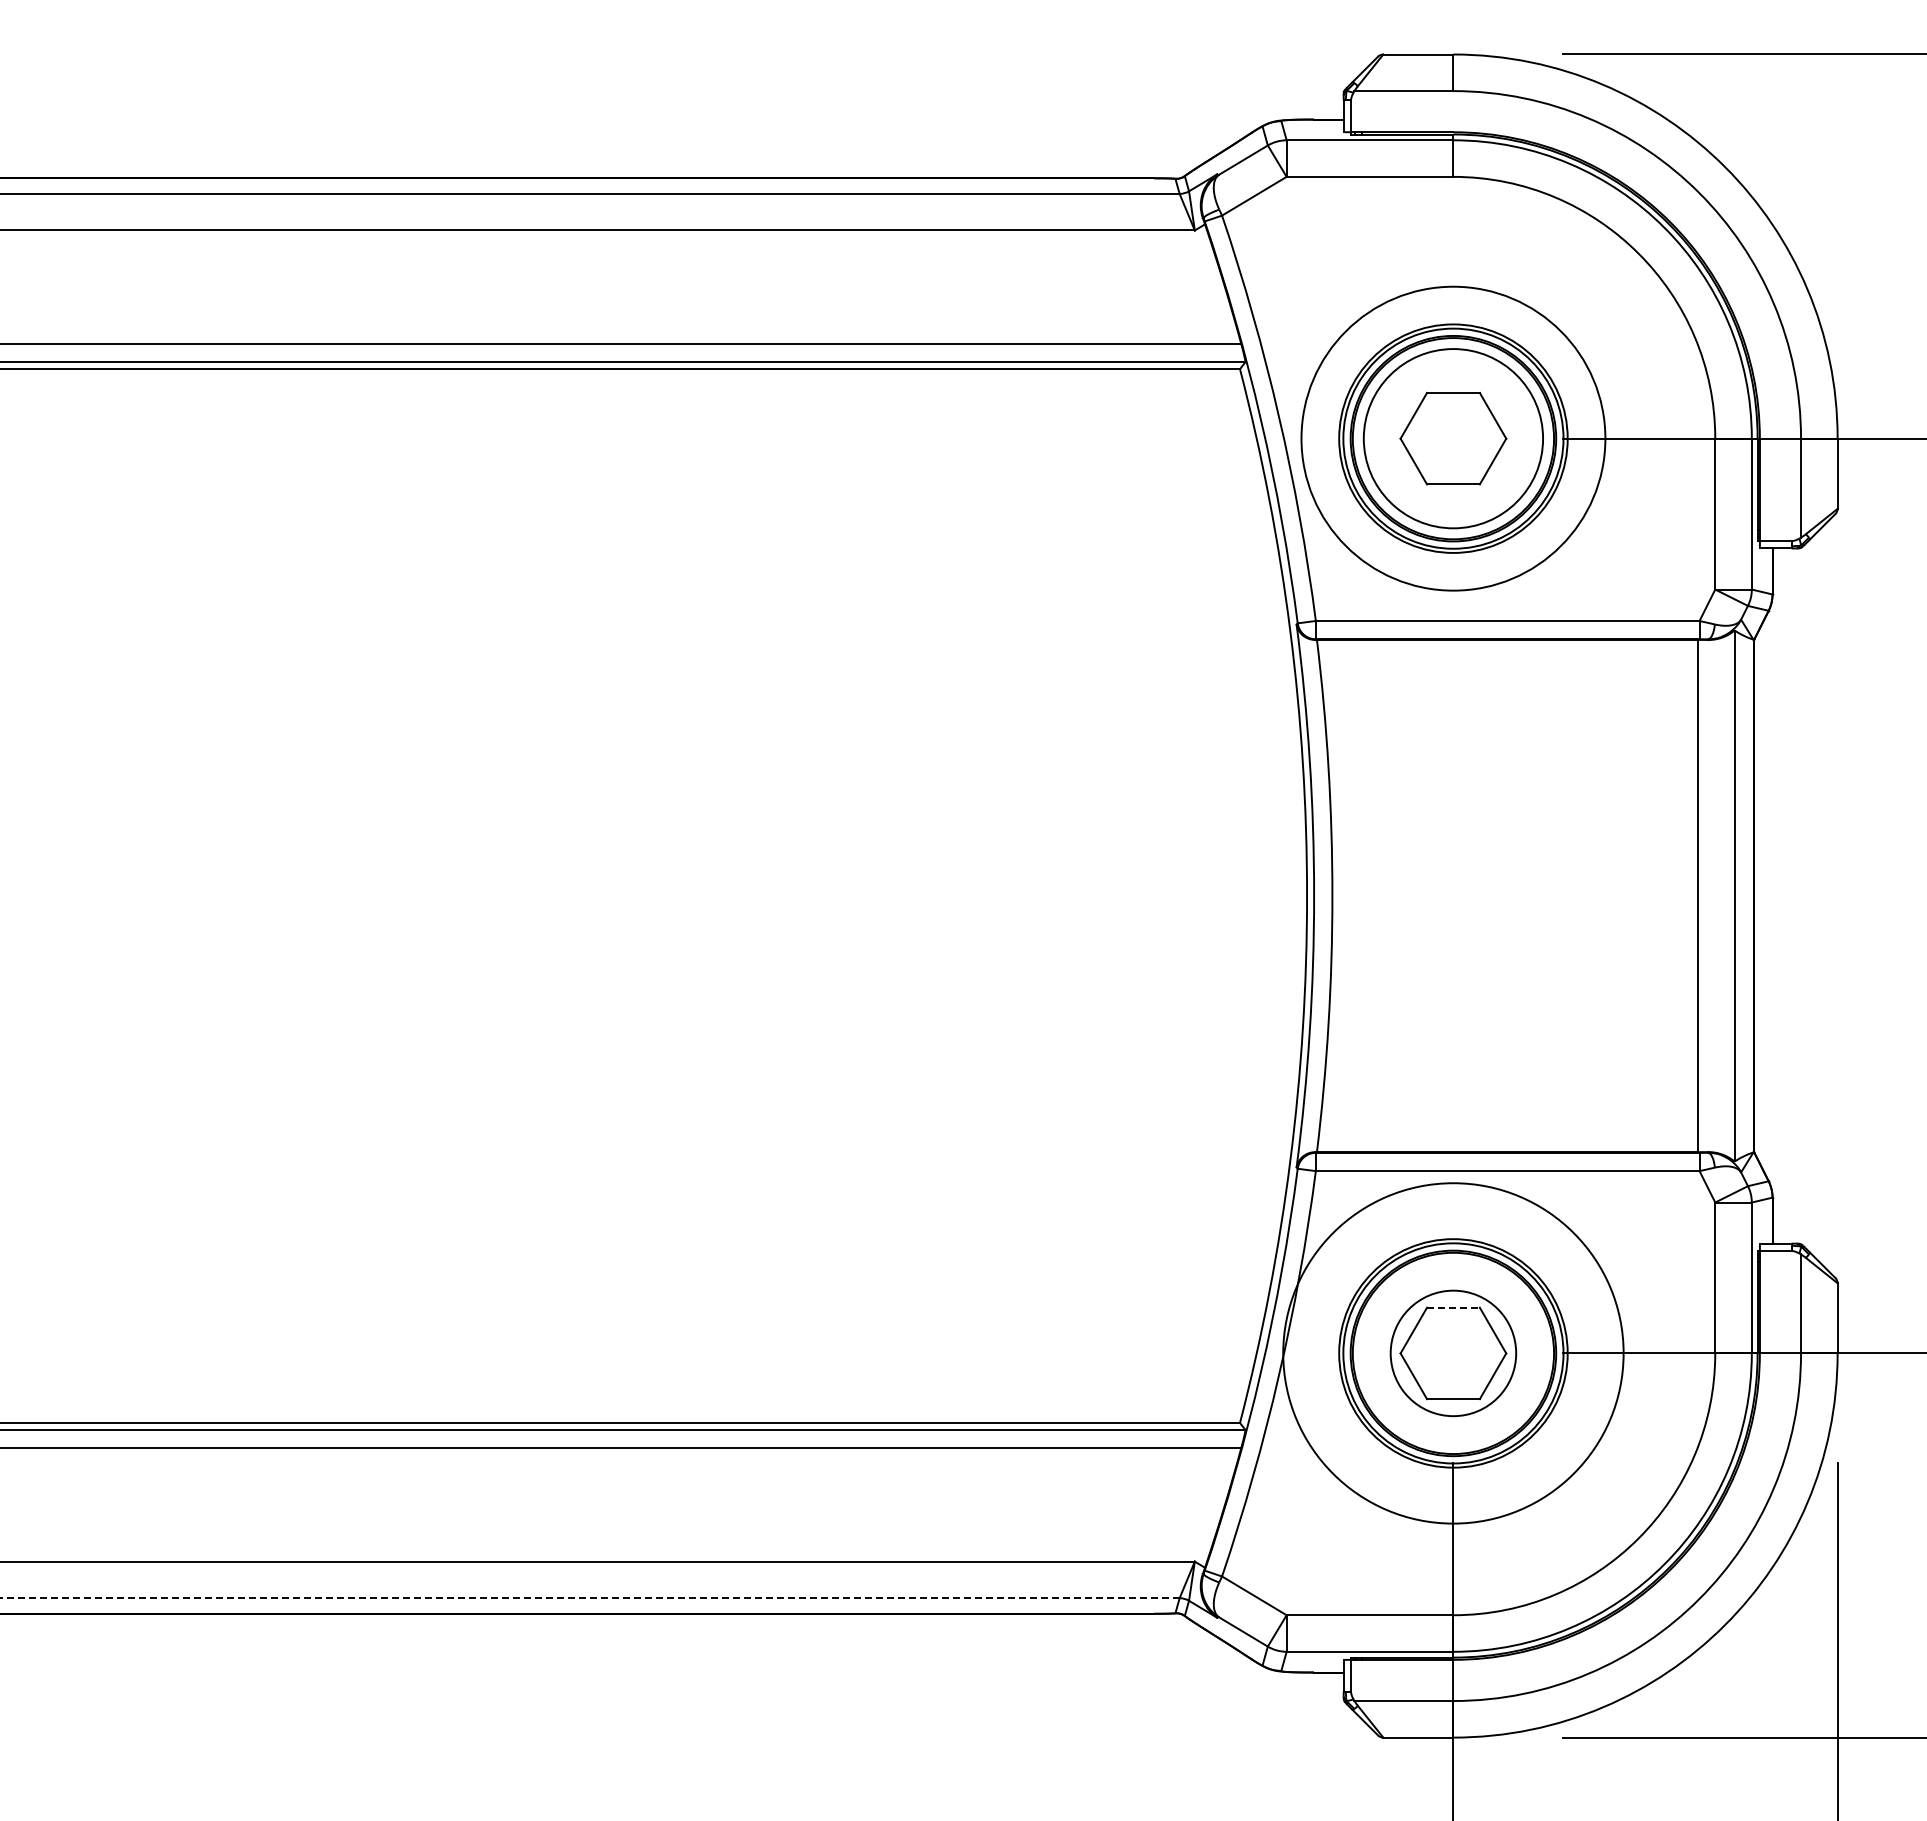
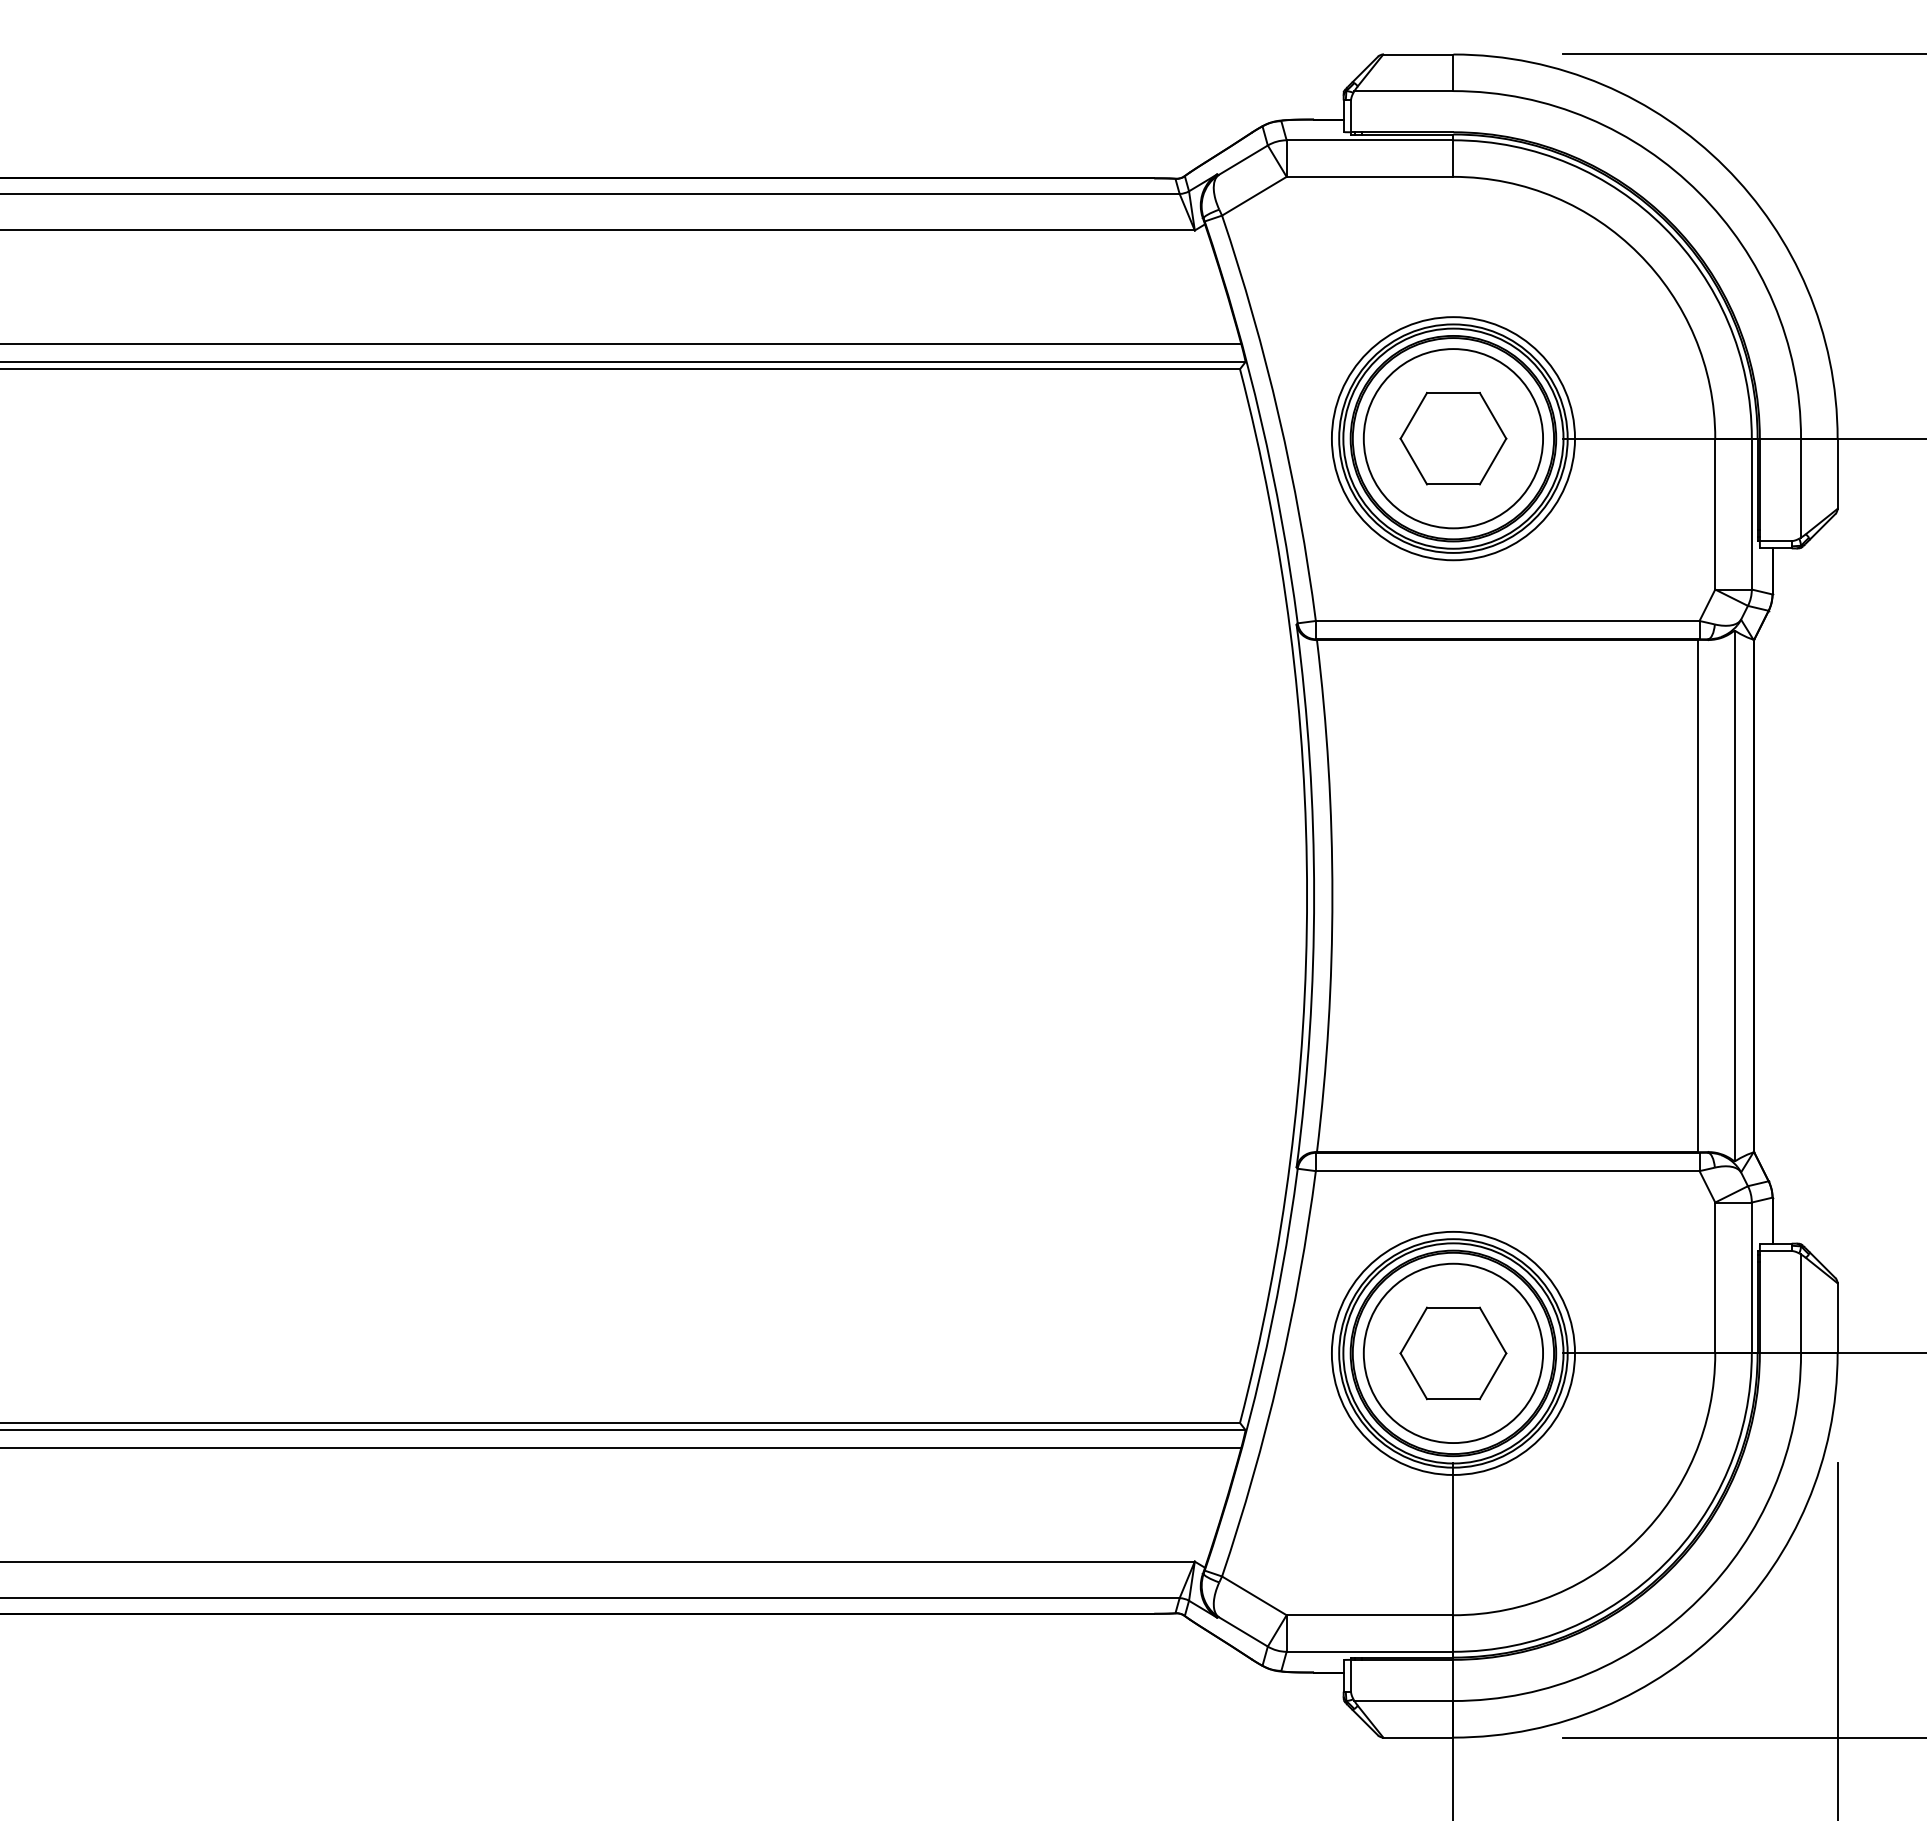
circle at (1453, 438) diameter: 304 px -> 243 px
line at (1453, 1307): dashed -> solid
circle at (1453, 1353) diameter: 125 px -> 179 px
circle at (1453, 1353) diameter: 340 px -> 243 px
line at (590, 1598): dashed -> solid
